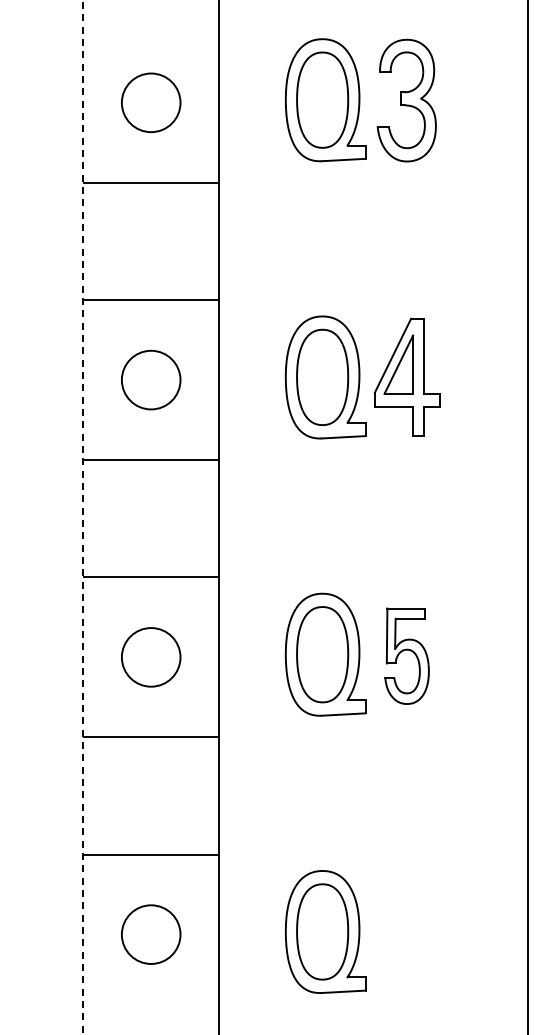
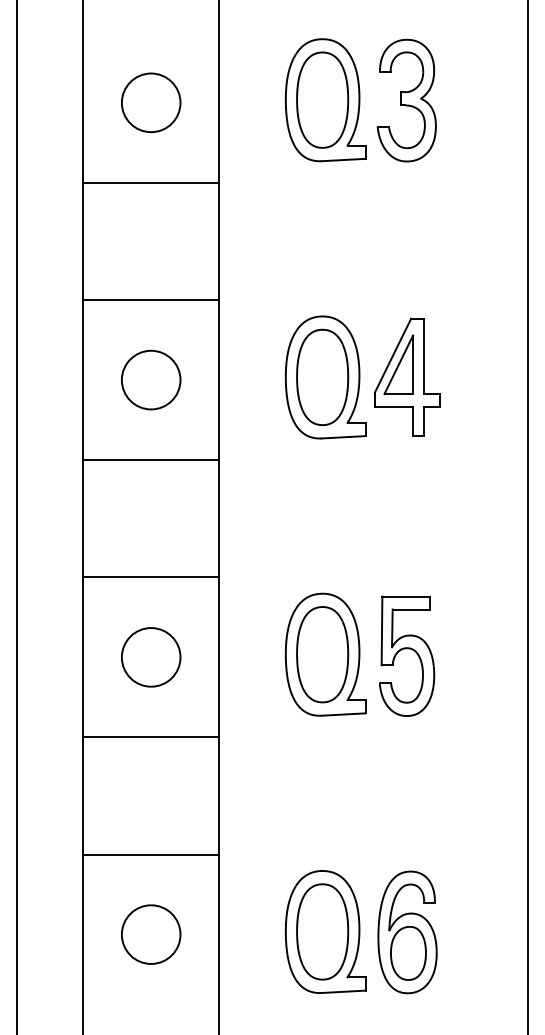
line at (16, 516): none -> present
line at (83, 517): dashed -> solid
part at (406, 655) size: 46x98 px -> 57x122 px
part at (407, 932): none -> present
